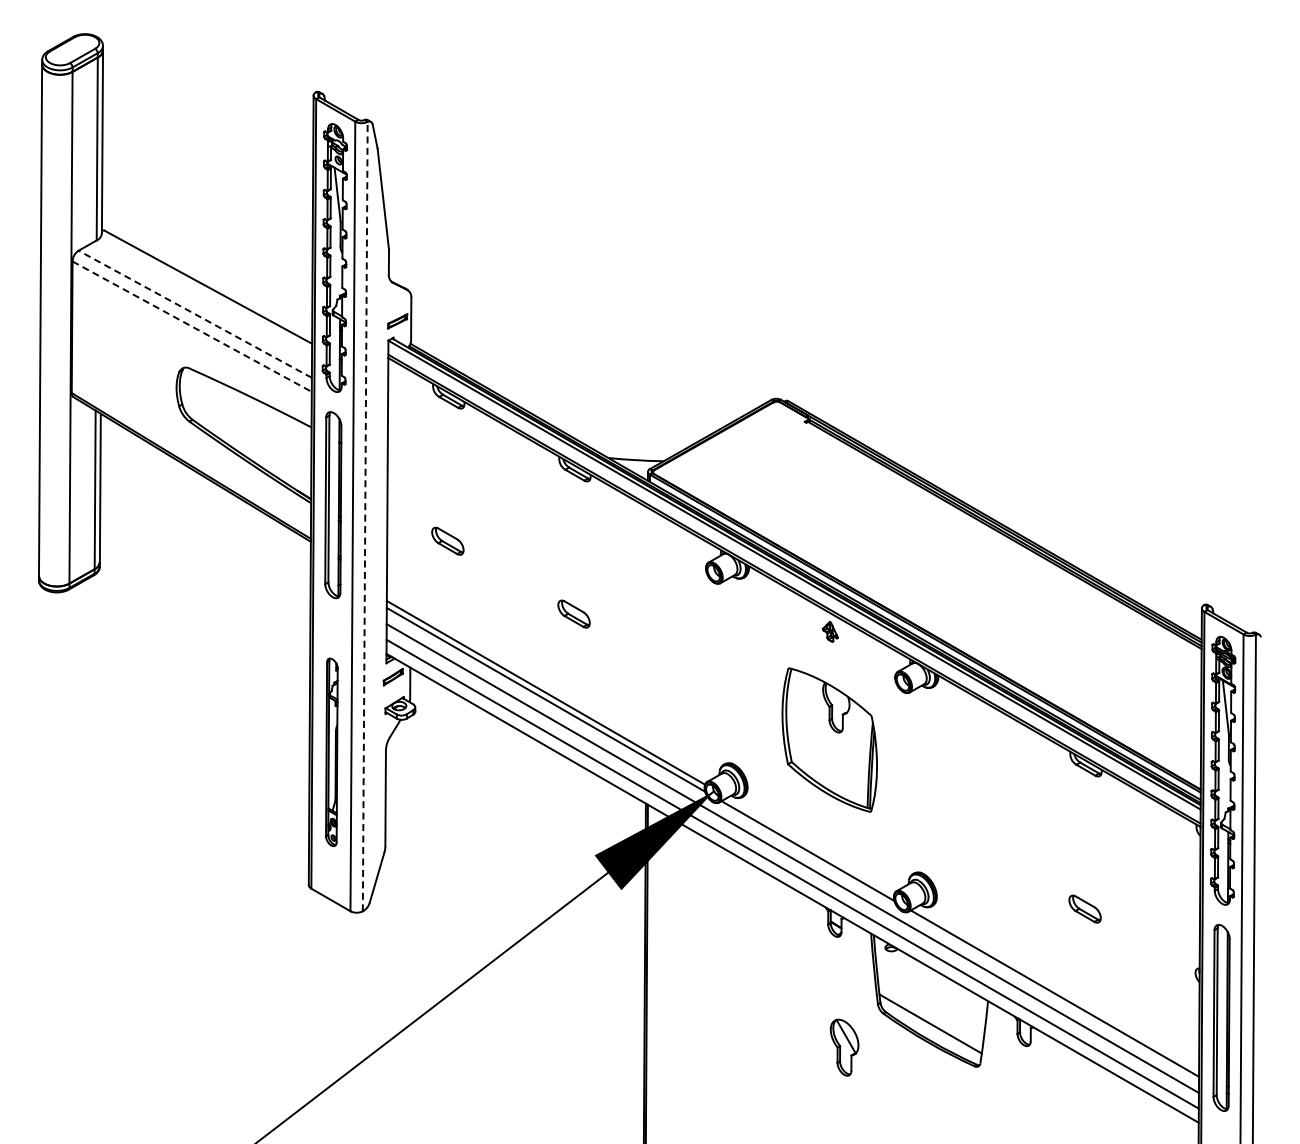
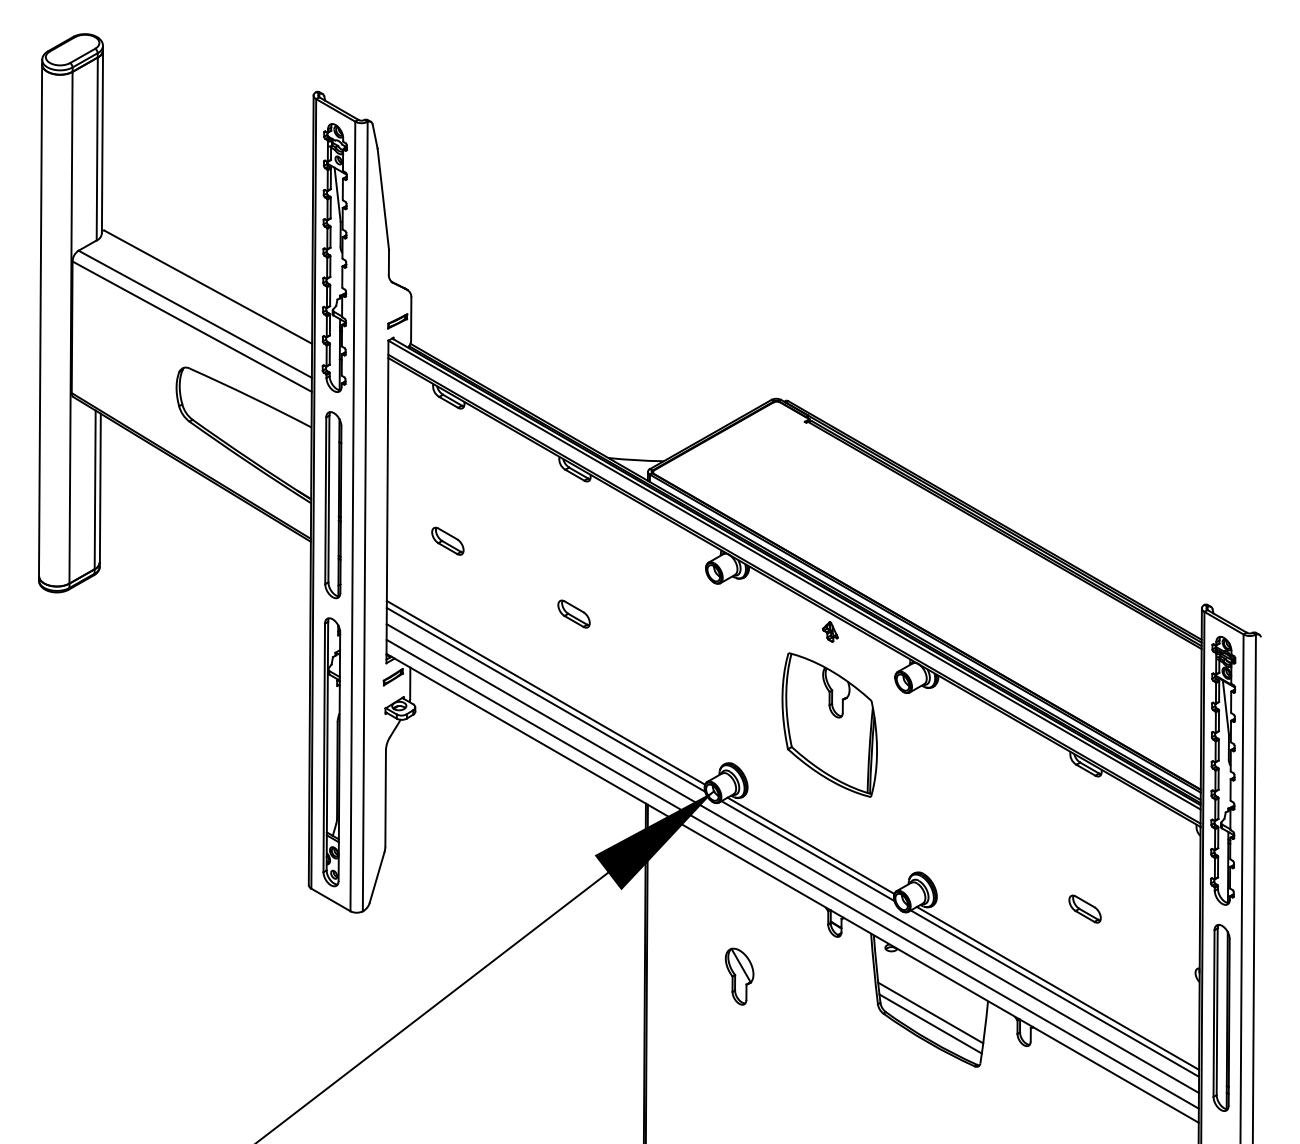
line at (195, 314): dashed -> solid
line at (192, 326): dashed -> solid
line at (365, 516): dashed -> solid
part at (829, 739) position: (829, 739) -> (829, 724)
part at (331, 751) size: 14x190 px -> 20x271 px
line at (810, 845): none -> present
line at (1057, 987): none -> present
line at (930, 1012): none -> present
part at (844, 1047) position: (844, 1047) -> (739, 976)
